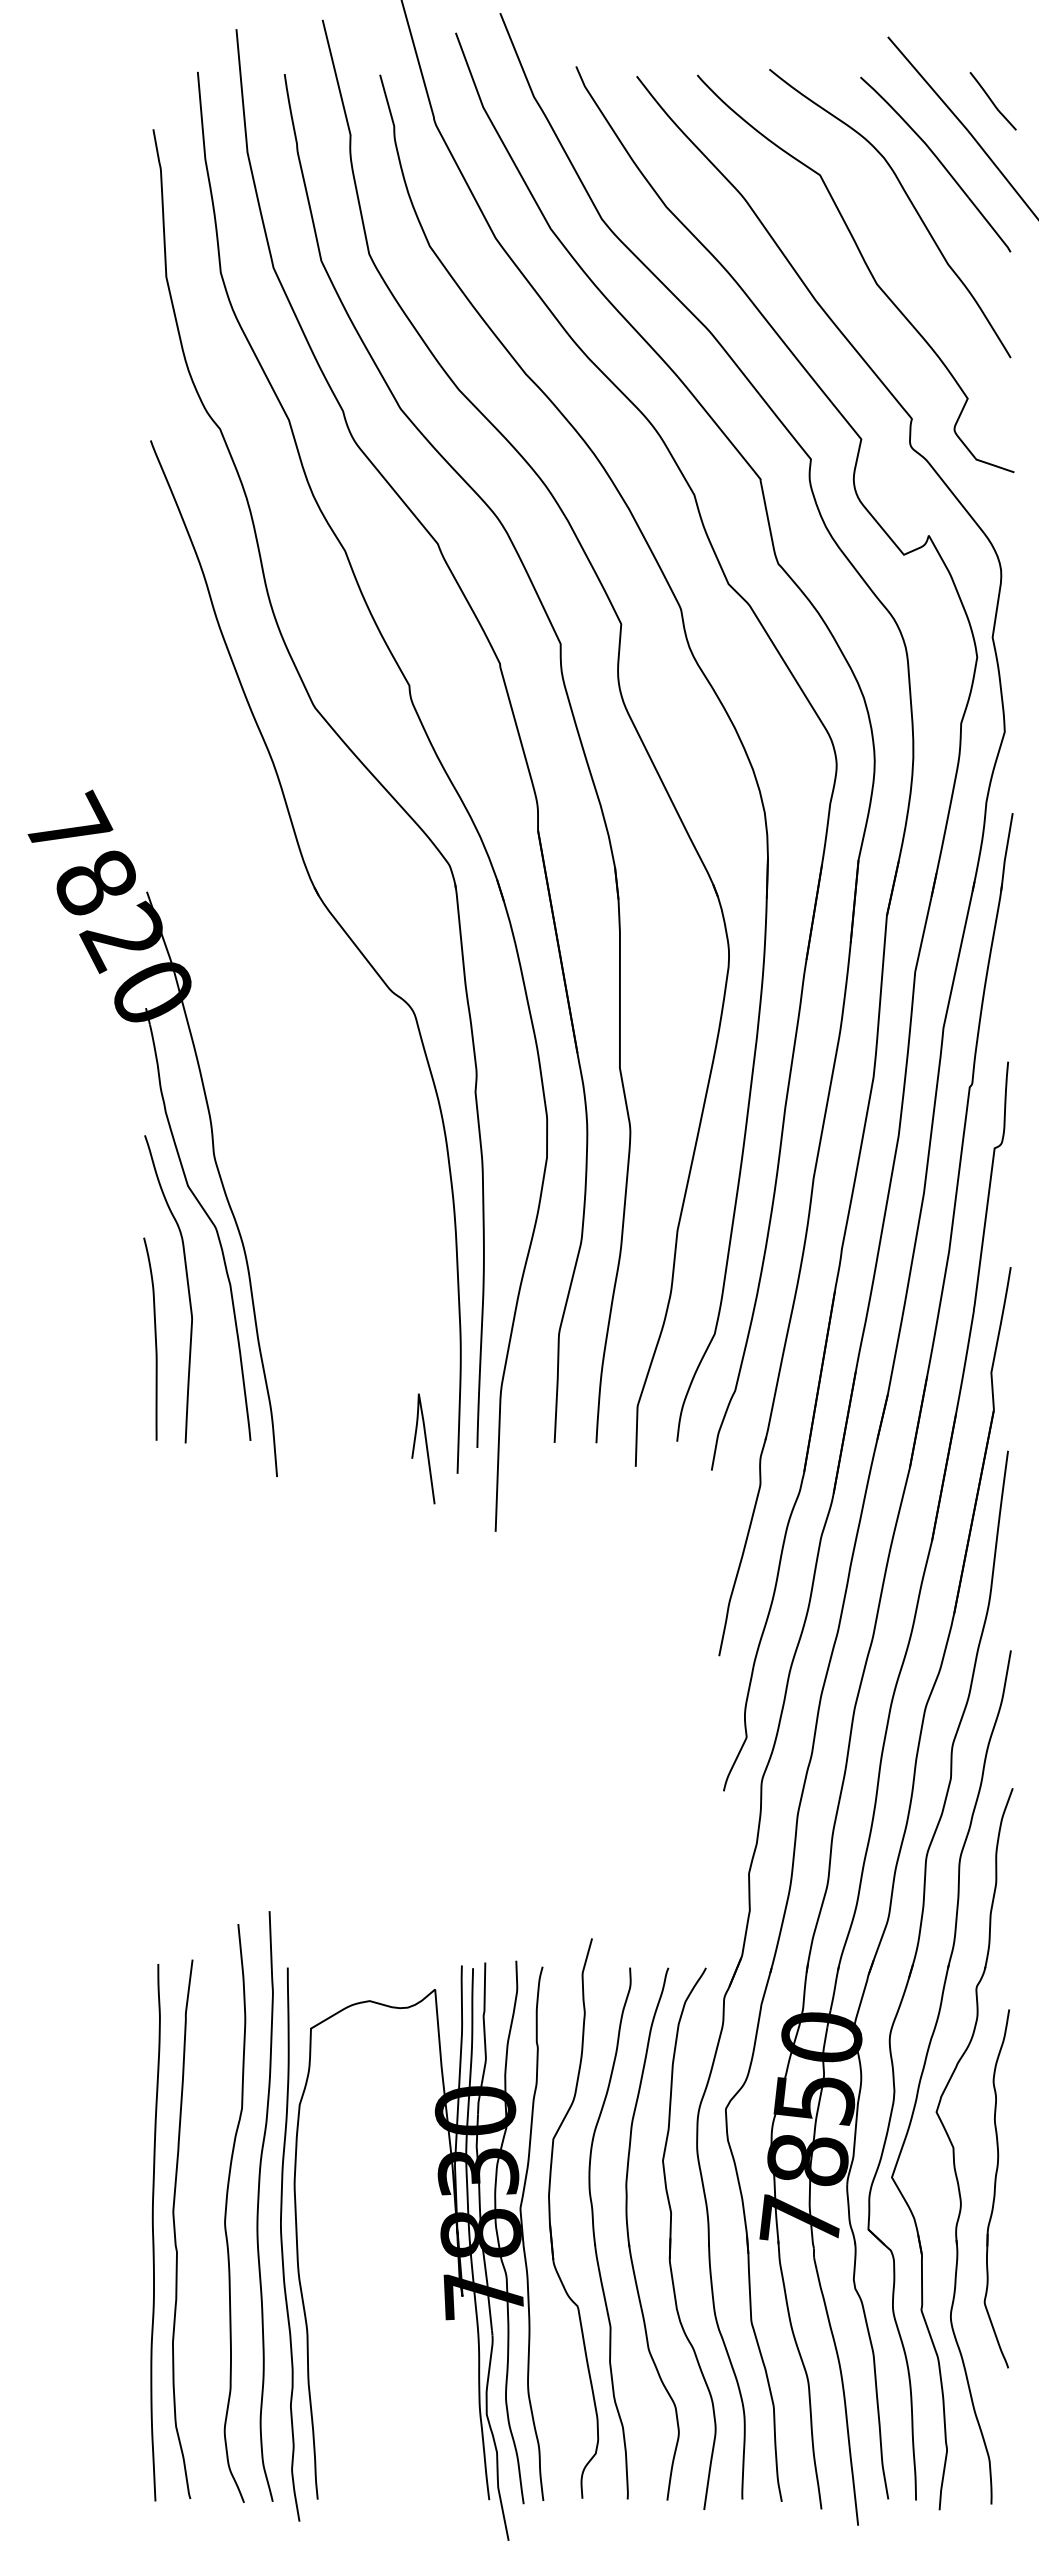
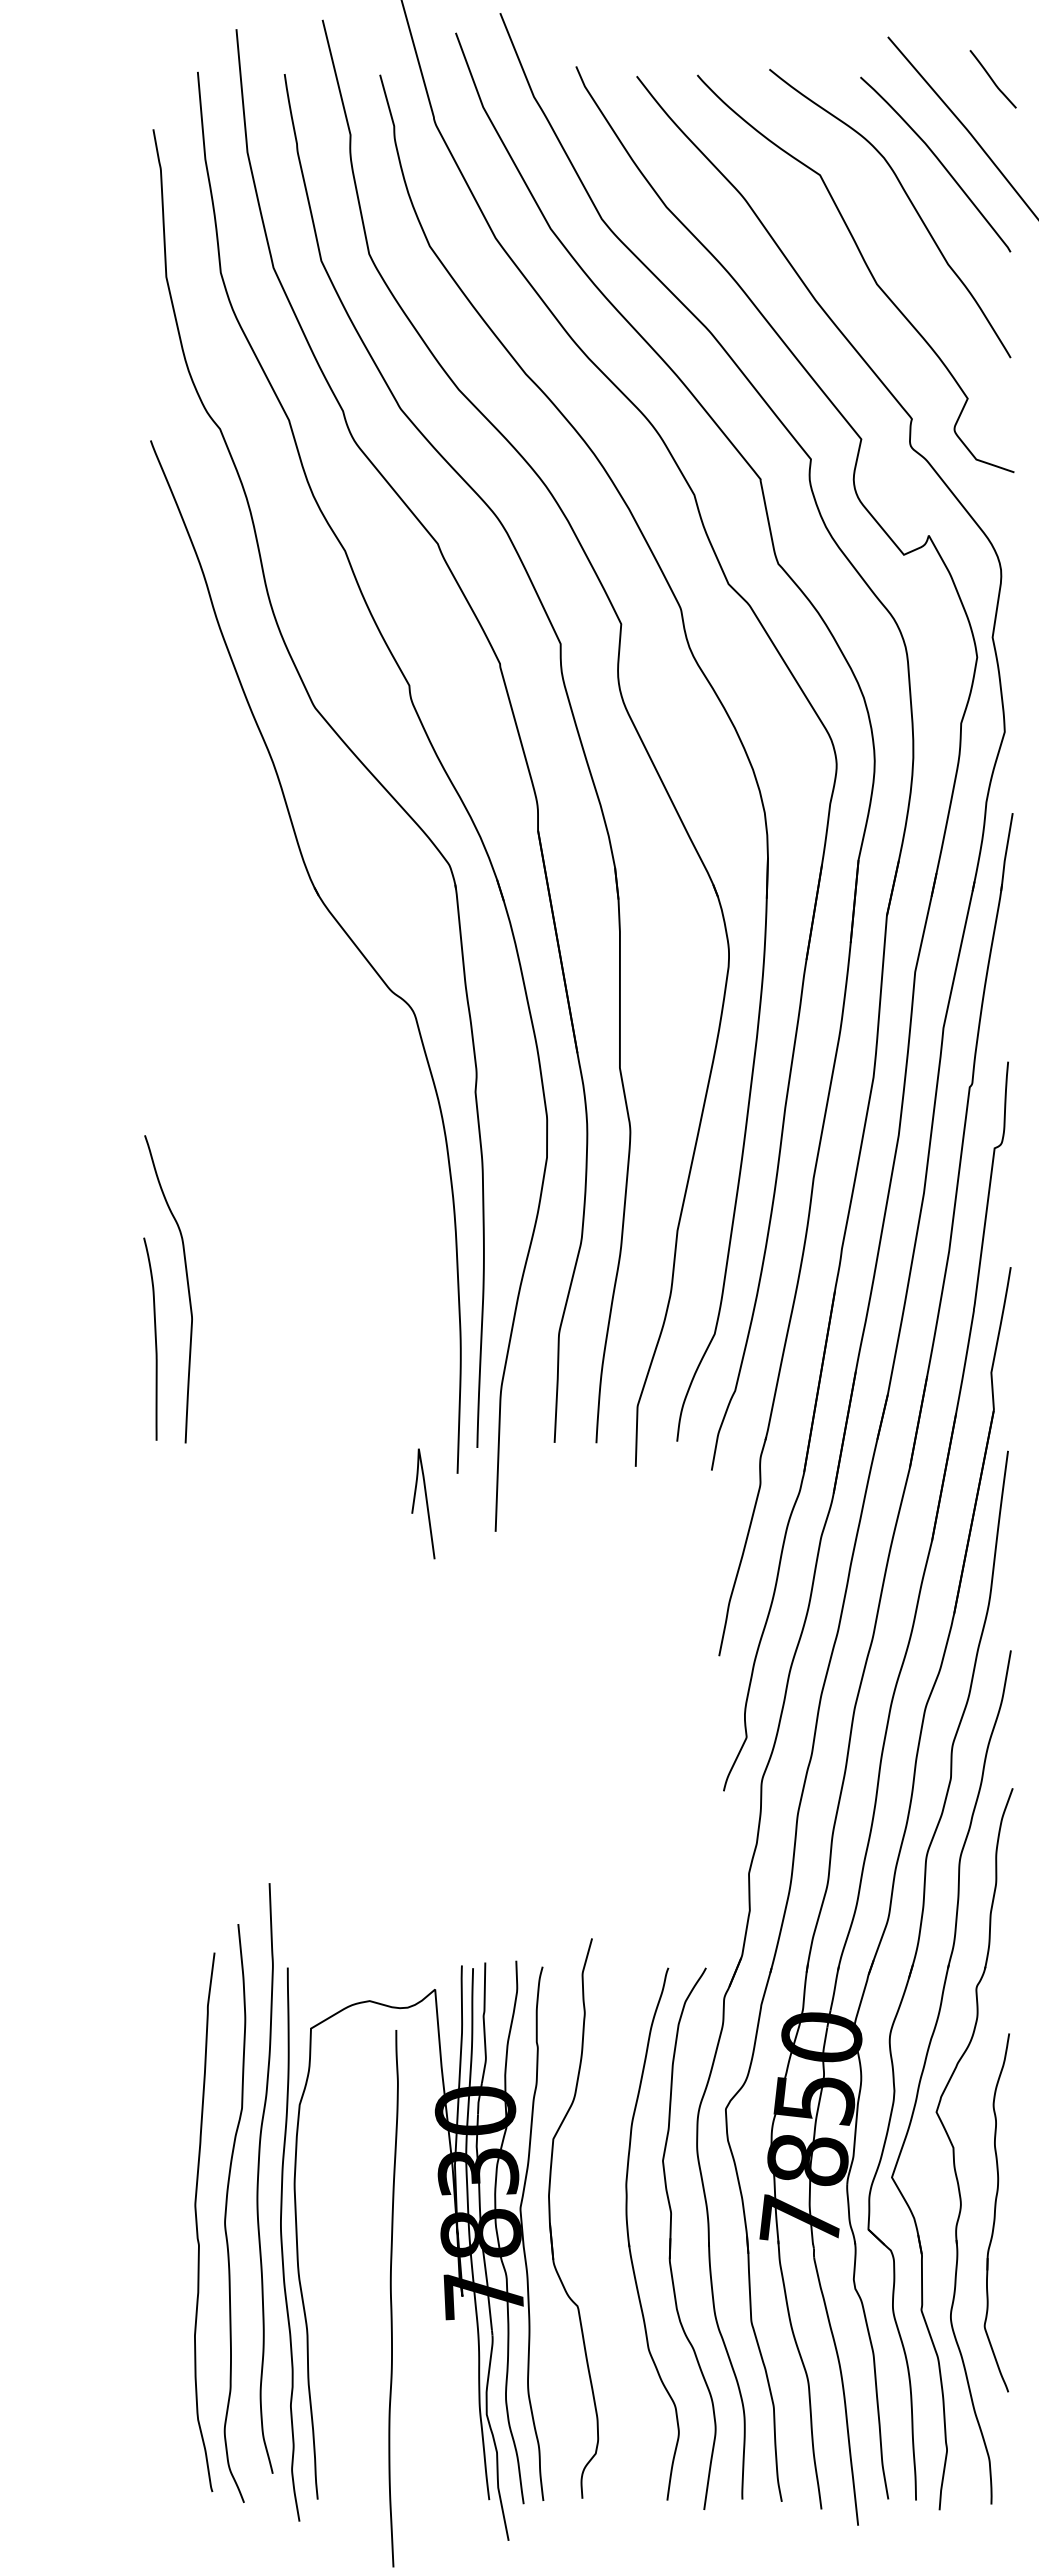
curve at (992, 101) position: (992, 101) -> (992, 79)
part at (169, 1129): present -> none
curve at (426, 1448) position: (426, 1448) -> (426, 1503)
part at (996, 2188) position: (996, 2188) -> (996, 2212)
curve at (258, 2206) position: (258, 2206) -> (258, 2178)
curve at (175, 2229) position: (175, 2229) -> (197, 2222)
curve at (153, 2232) position: (153, 2232) -> (391, 2298)
part at (595, 2236): present -> none
